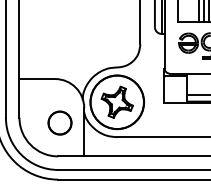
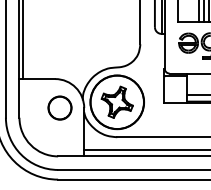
line at (22, 40): none -> present
circle at (59, 122) position: (59, 122) -> (59, 107)
line at (145, 149): none -> present
